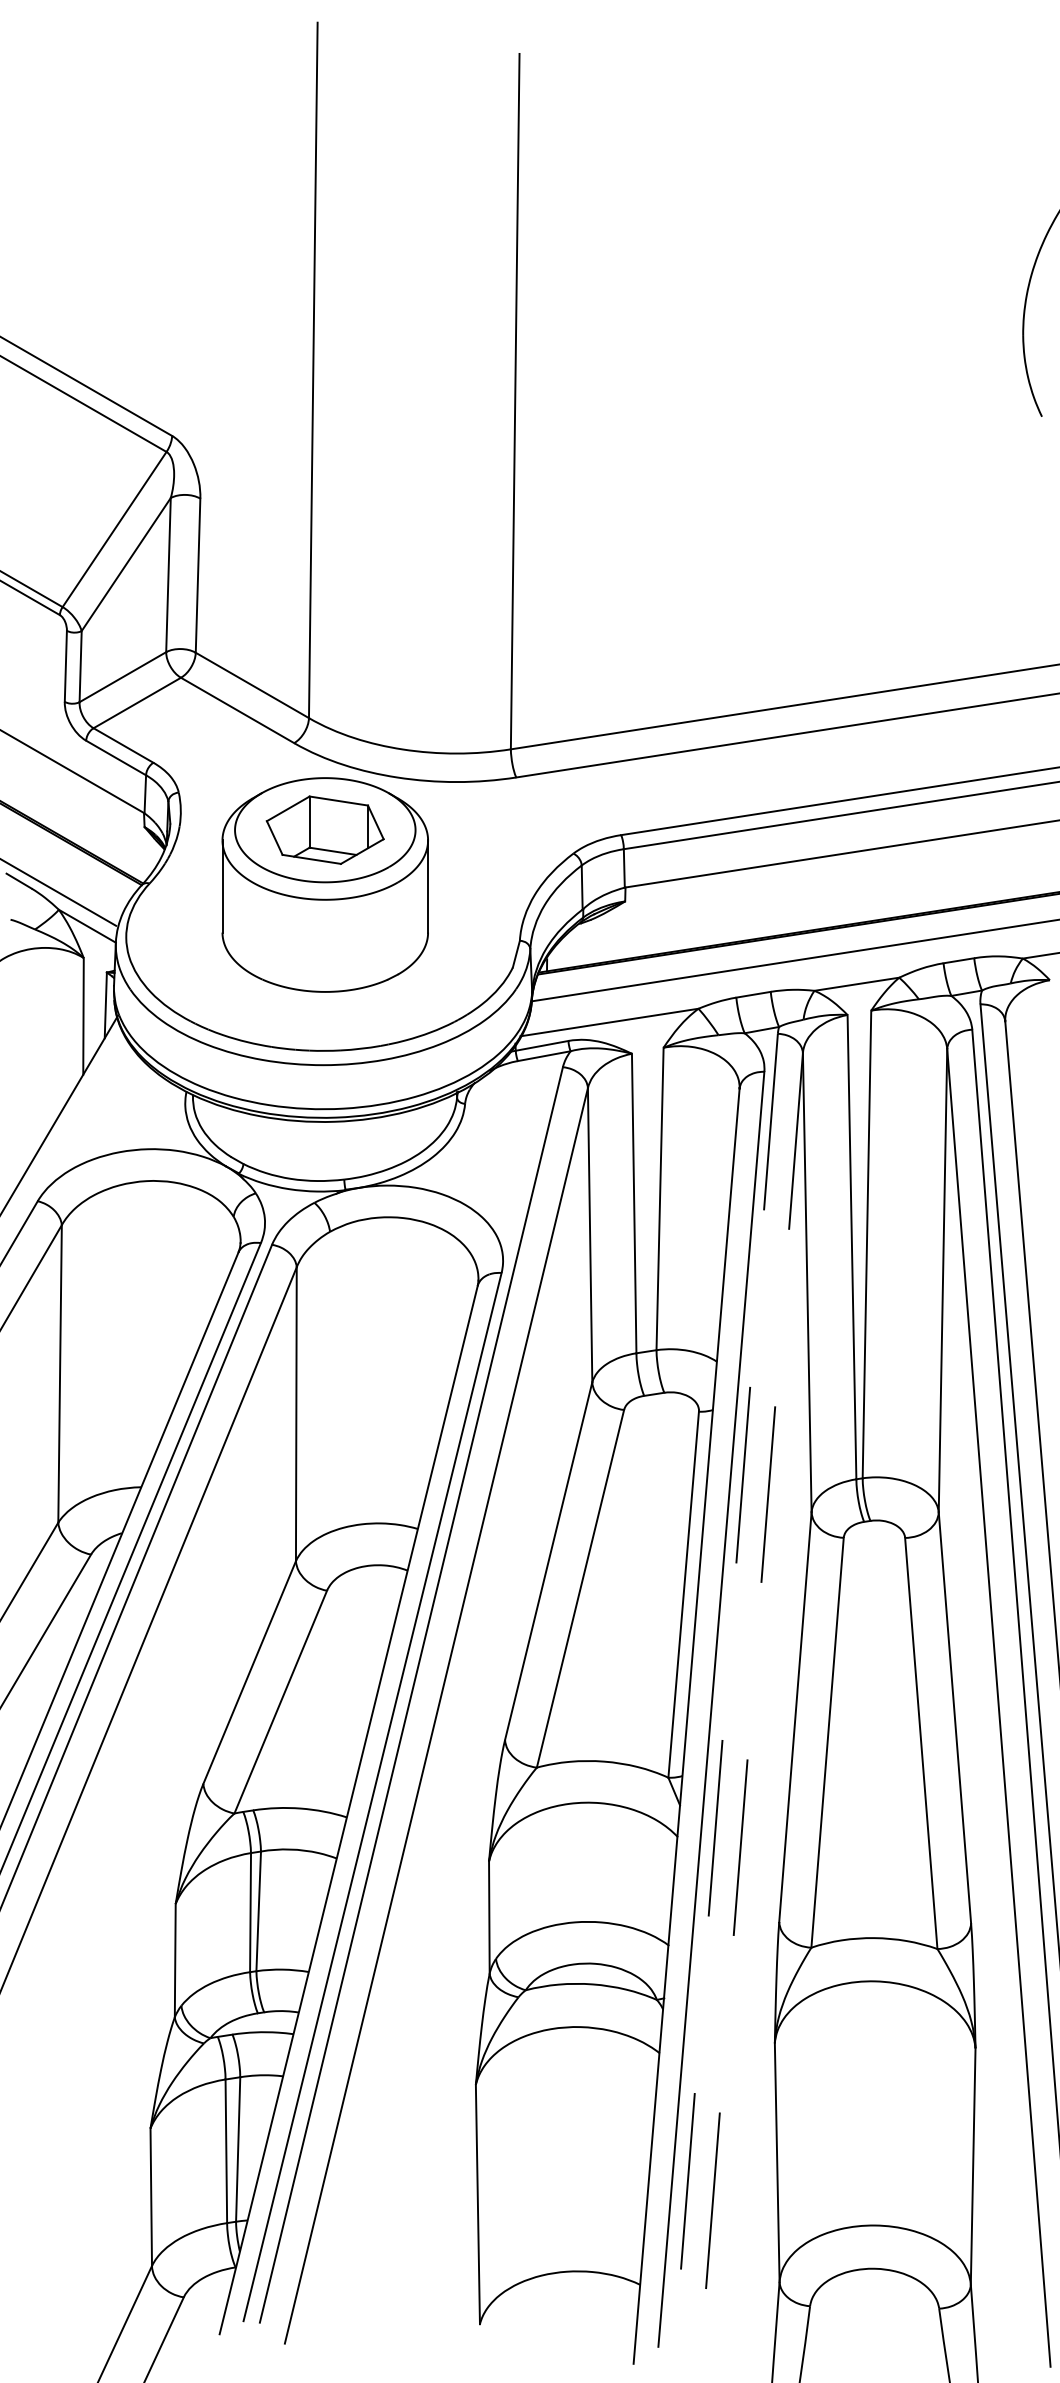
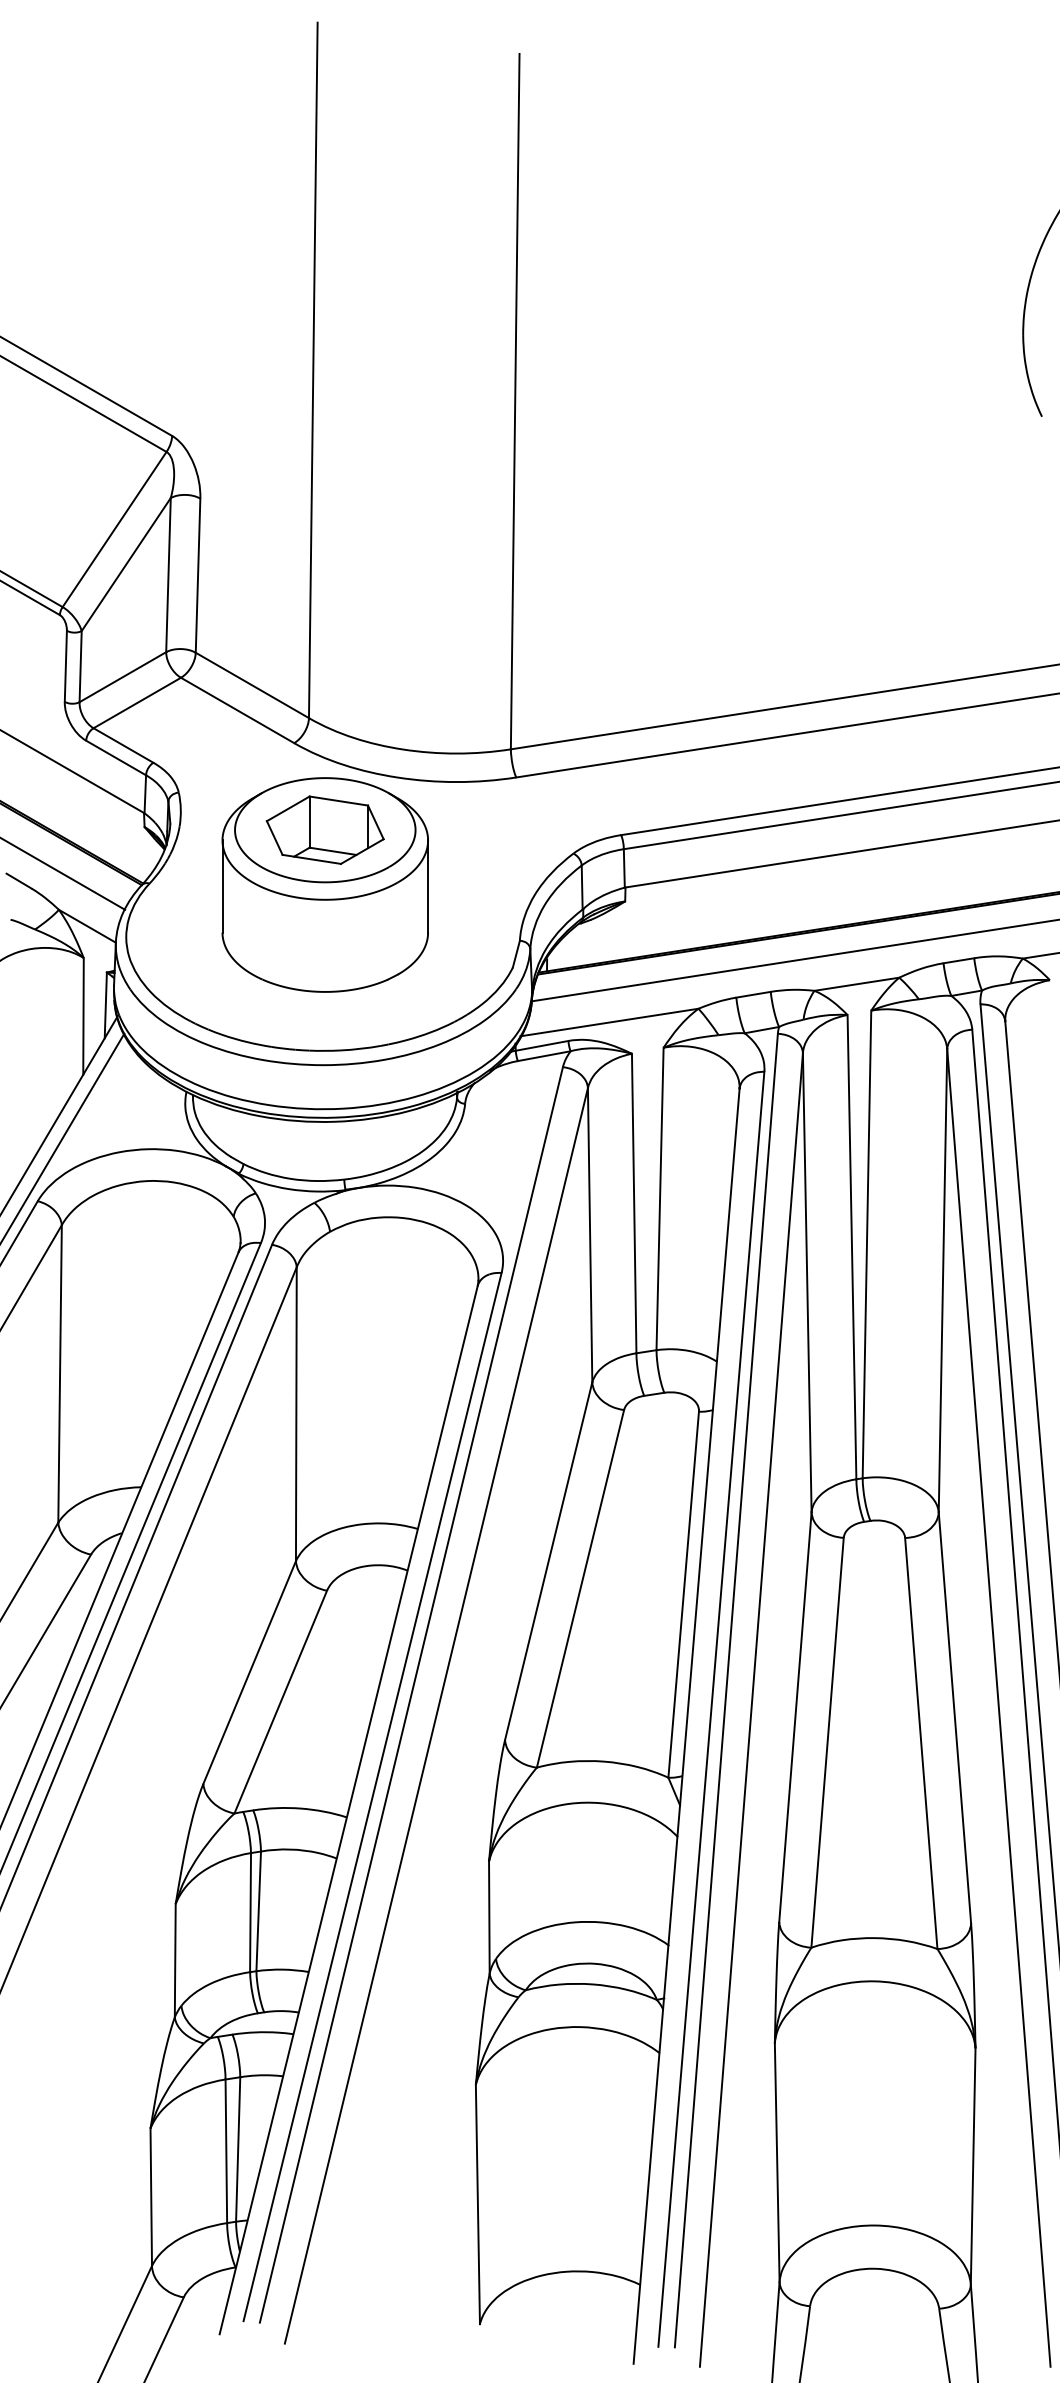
line at (59, 892) position: (59, 892) -> (63, 873)
line at (63, 1136): none -> present
line at (726, 1690): dashed -> solid
line at (751, 1710): dashed -> solid
